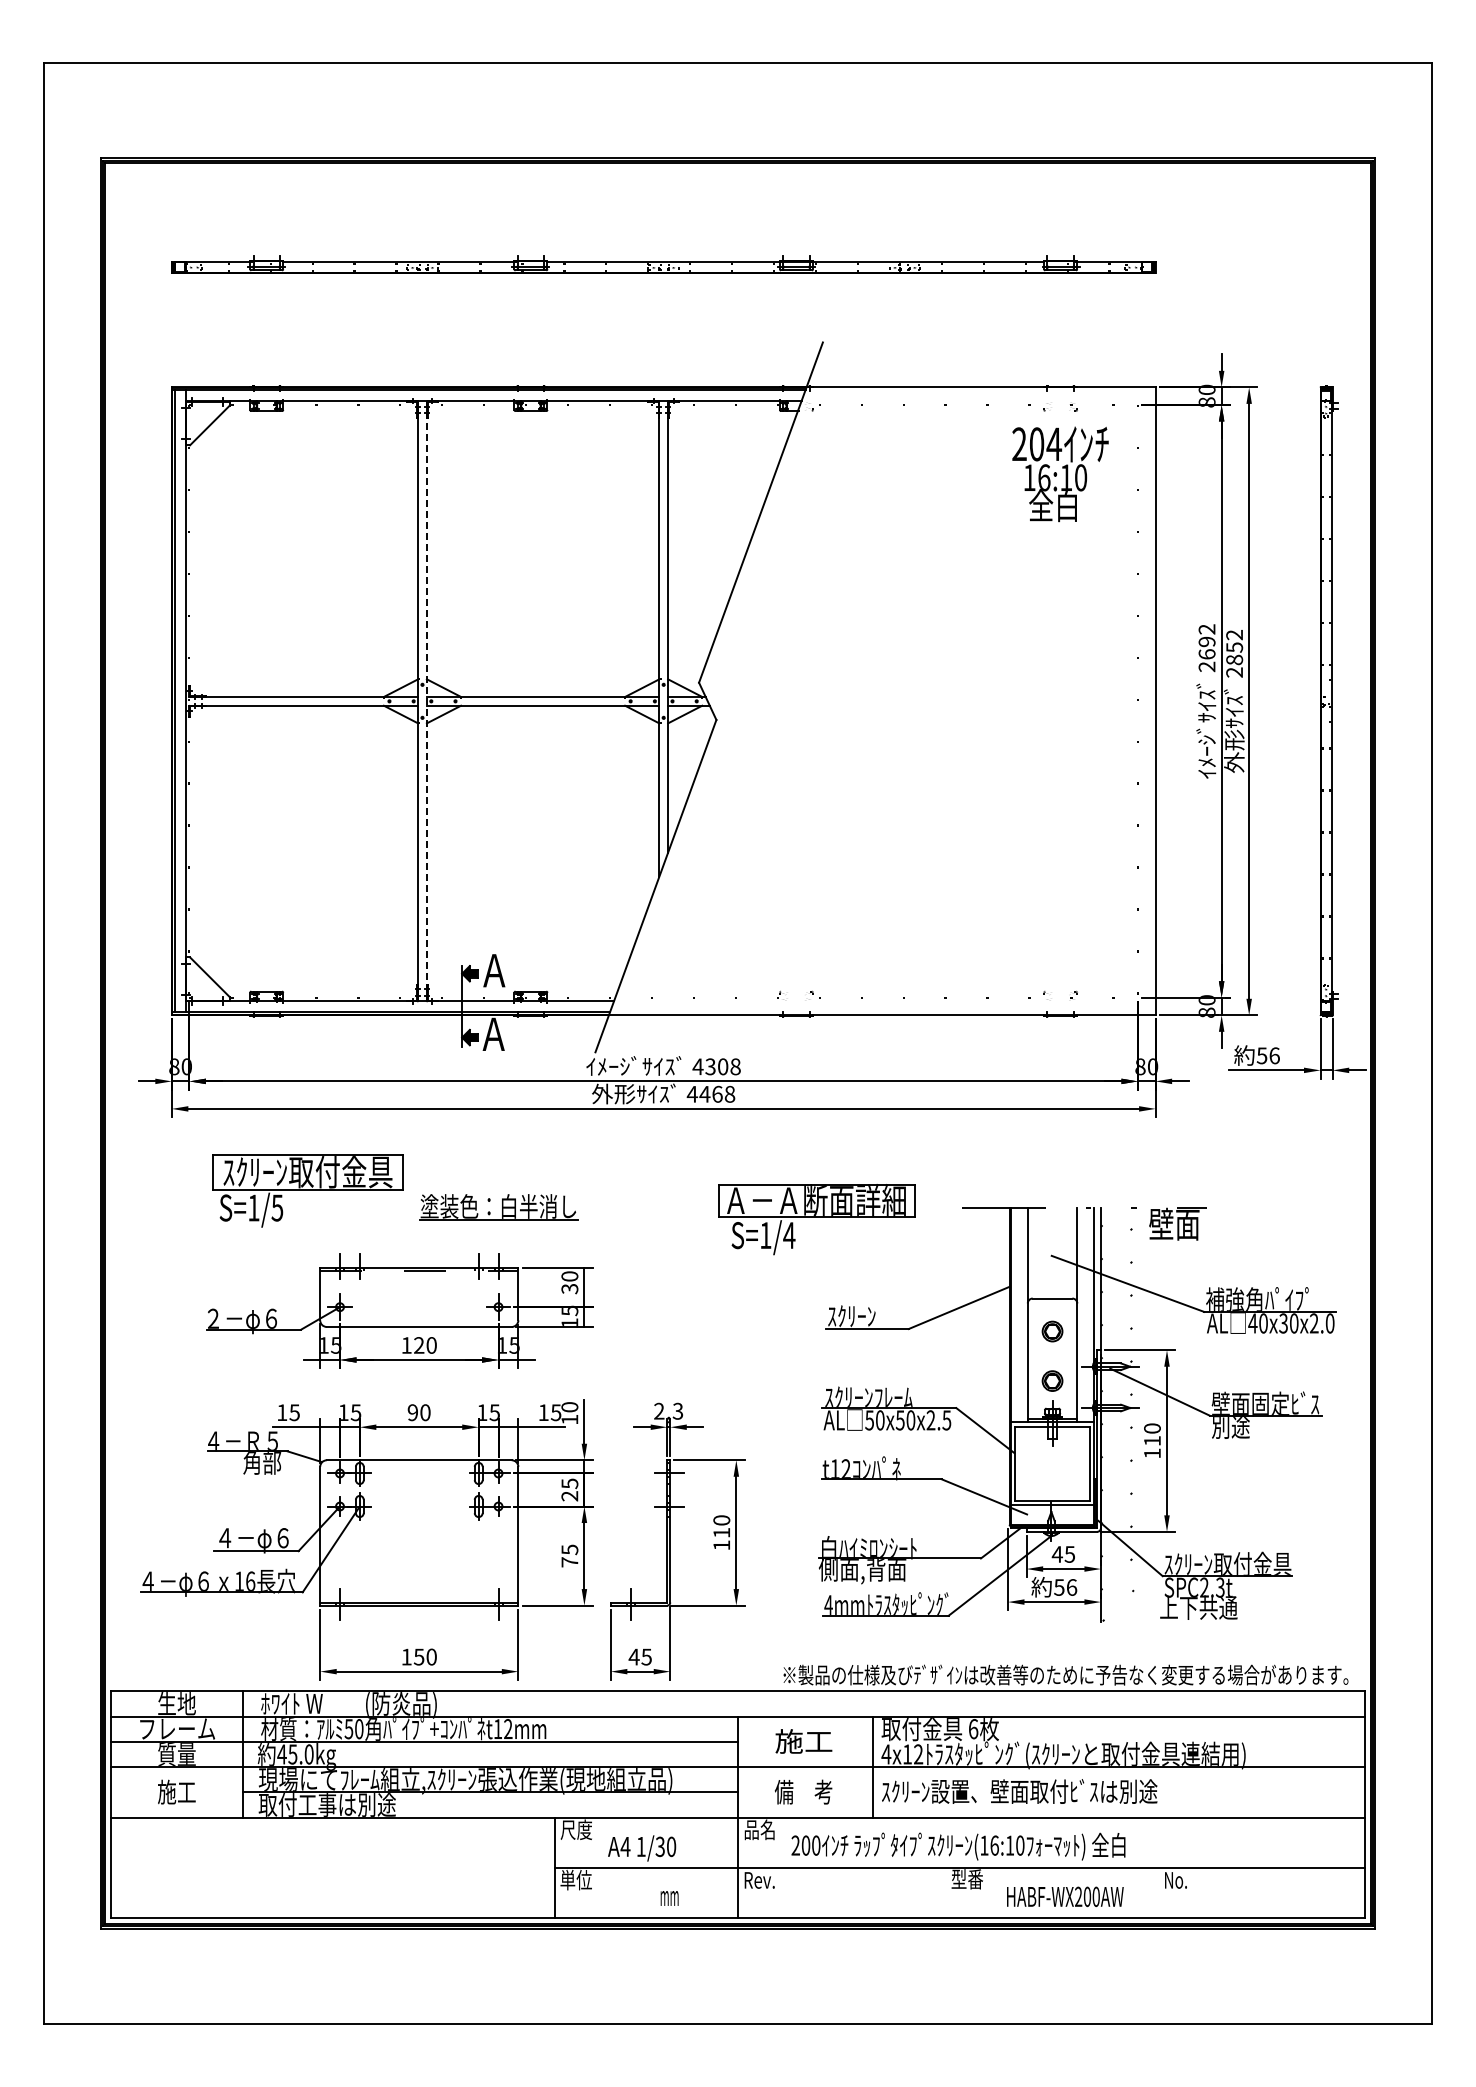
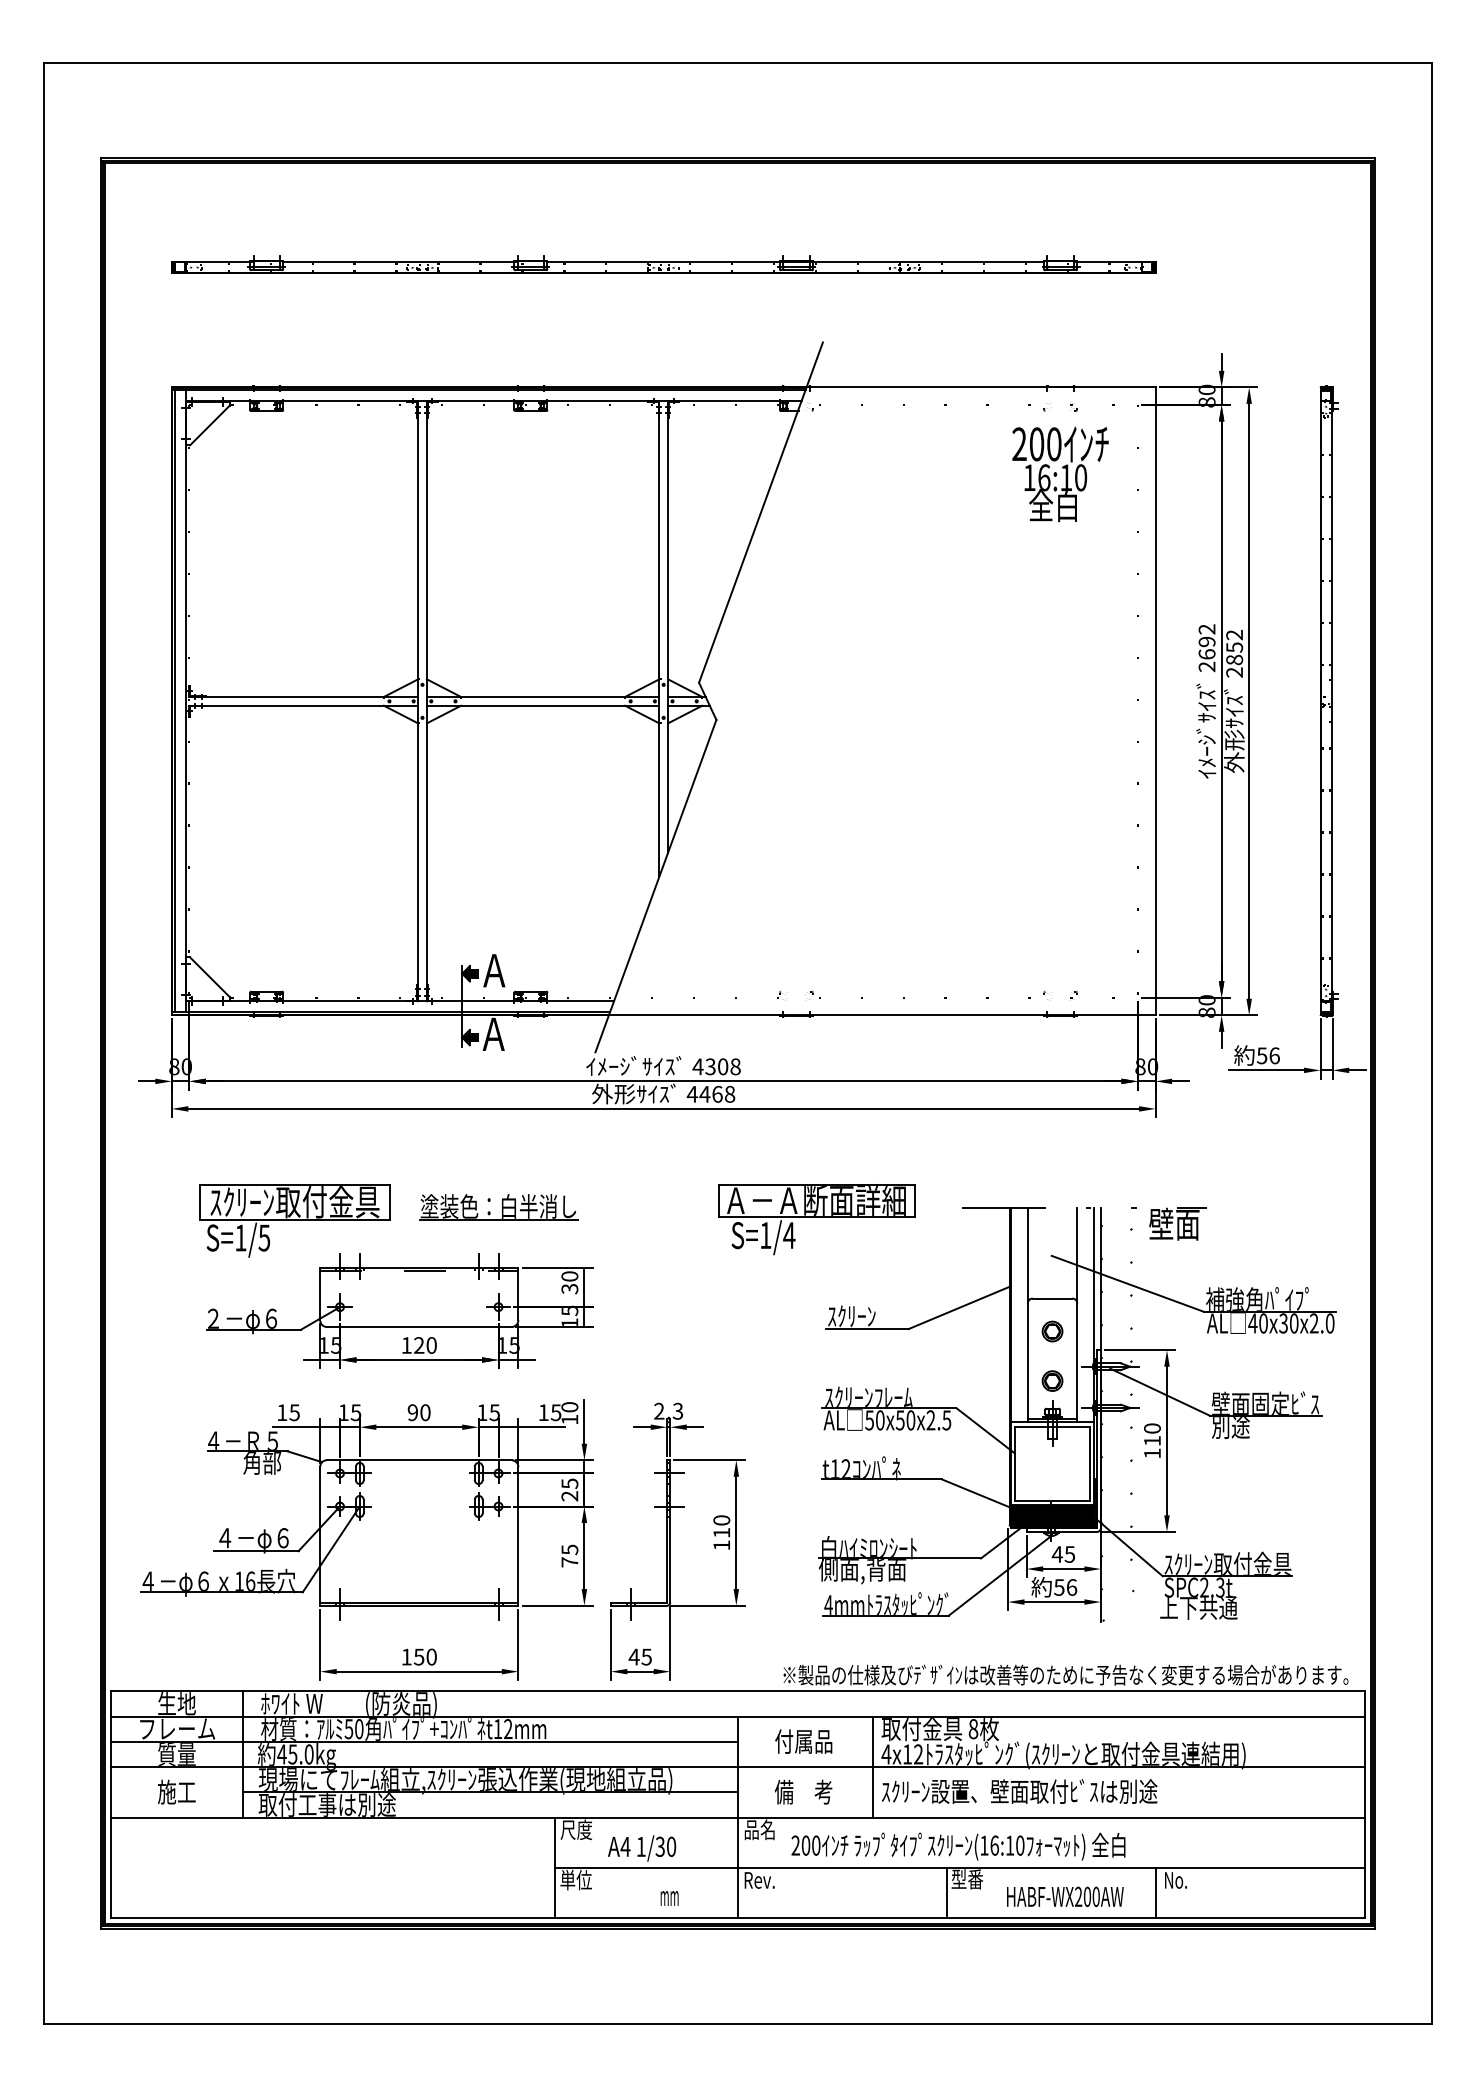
text at (1054, 444): 204 -> 200
line at (426, 701): dashed -> solid
part at (307, 1190) position: (307, 1190) -> (294, 1220)
fill at (1052, 1514): none -> present
text at (973, 1729): 6 -> 8
text at (803, 1741): 施工 -> 付属品
line at (947, 1893): none -> present
line at (1156, 1893): none -> present
